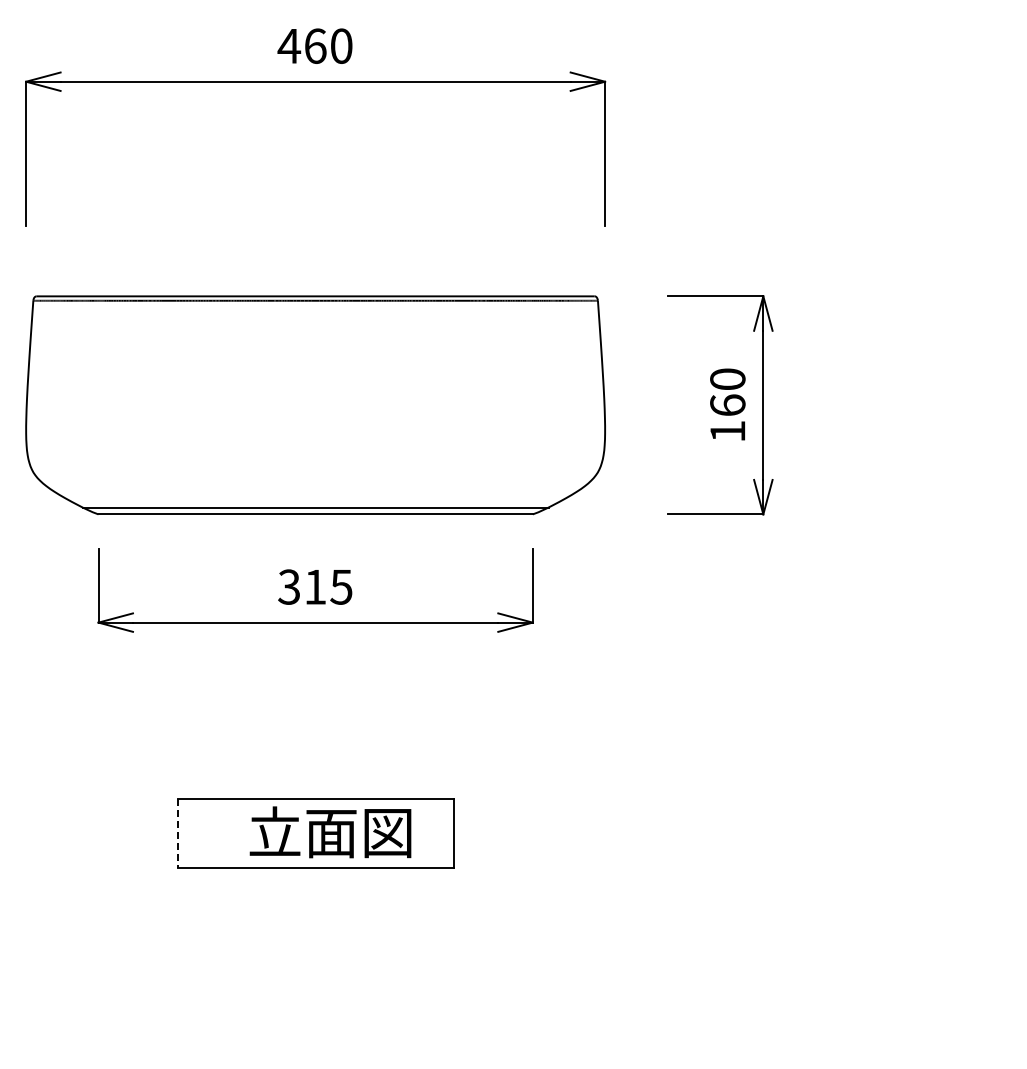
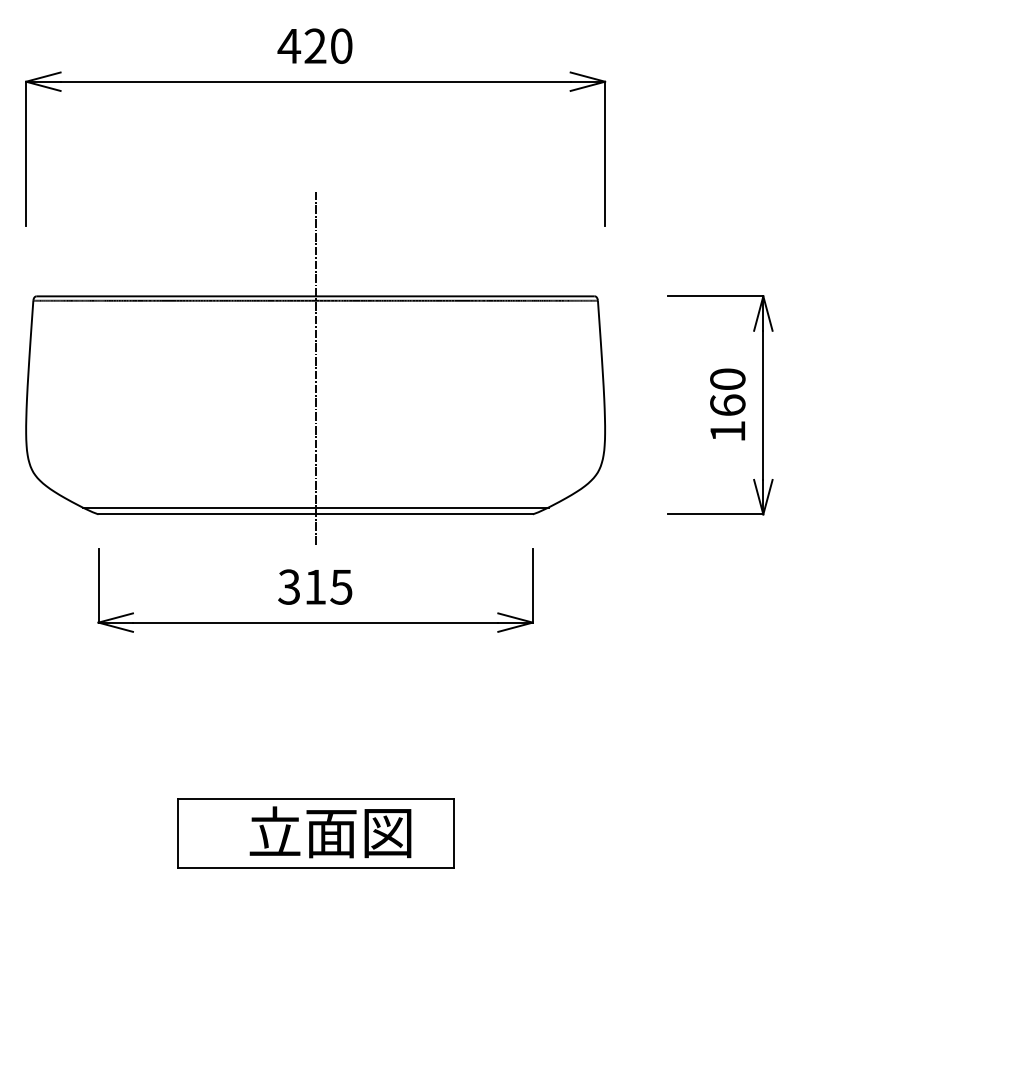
text at (315, 45): 460 -> 420
line at (315, 367): none -> present
line at (177, 833): dashed -> solid
